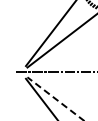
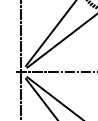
line at (21, 59): none -> present
line at (55, 98): dashed -> solid
